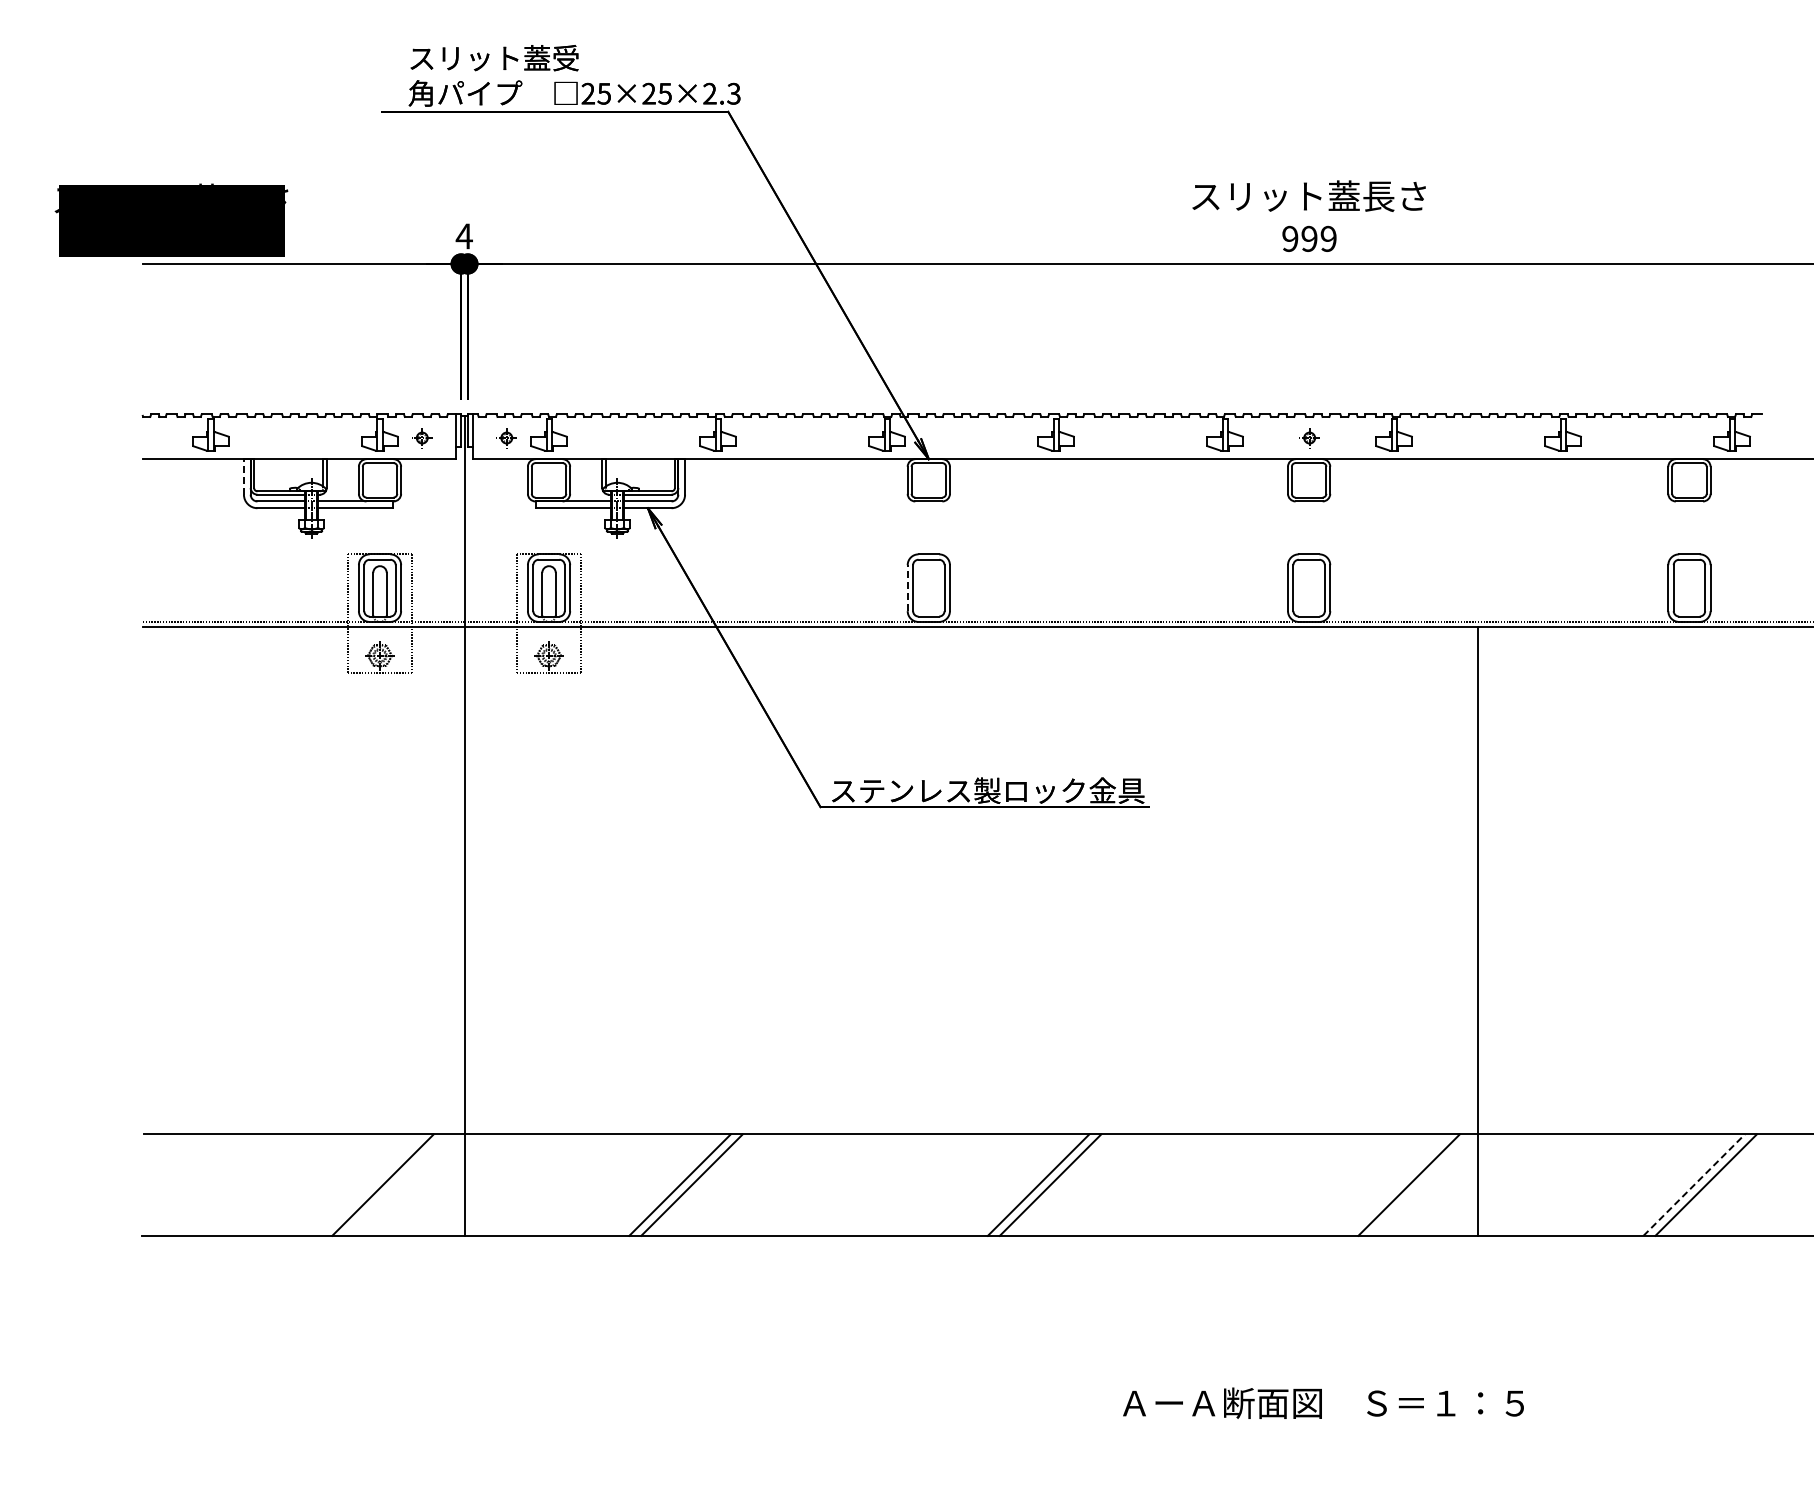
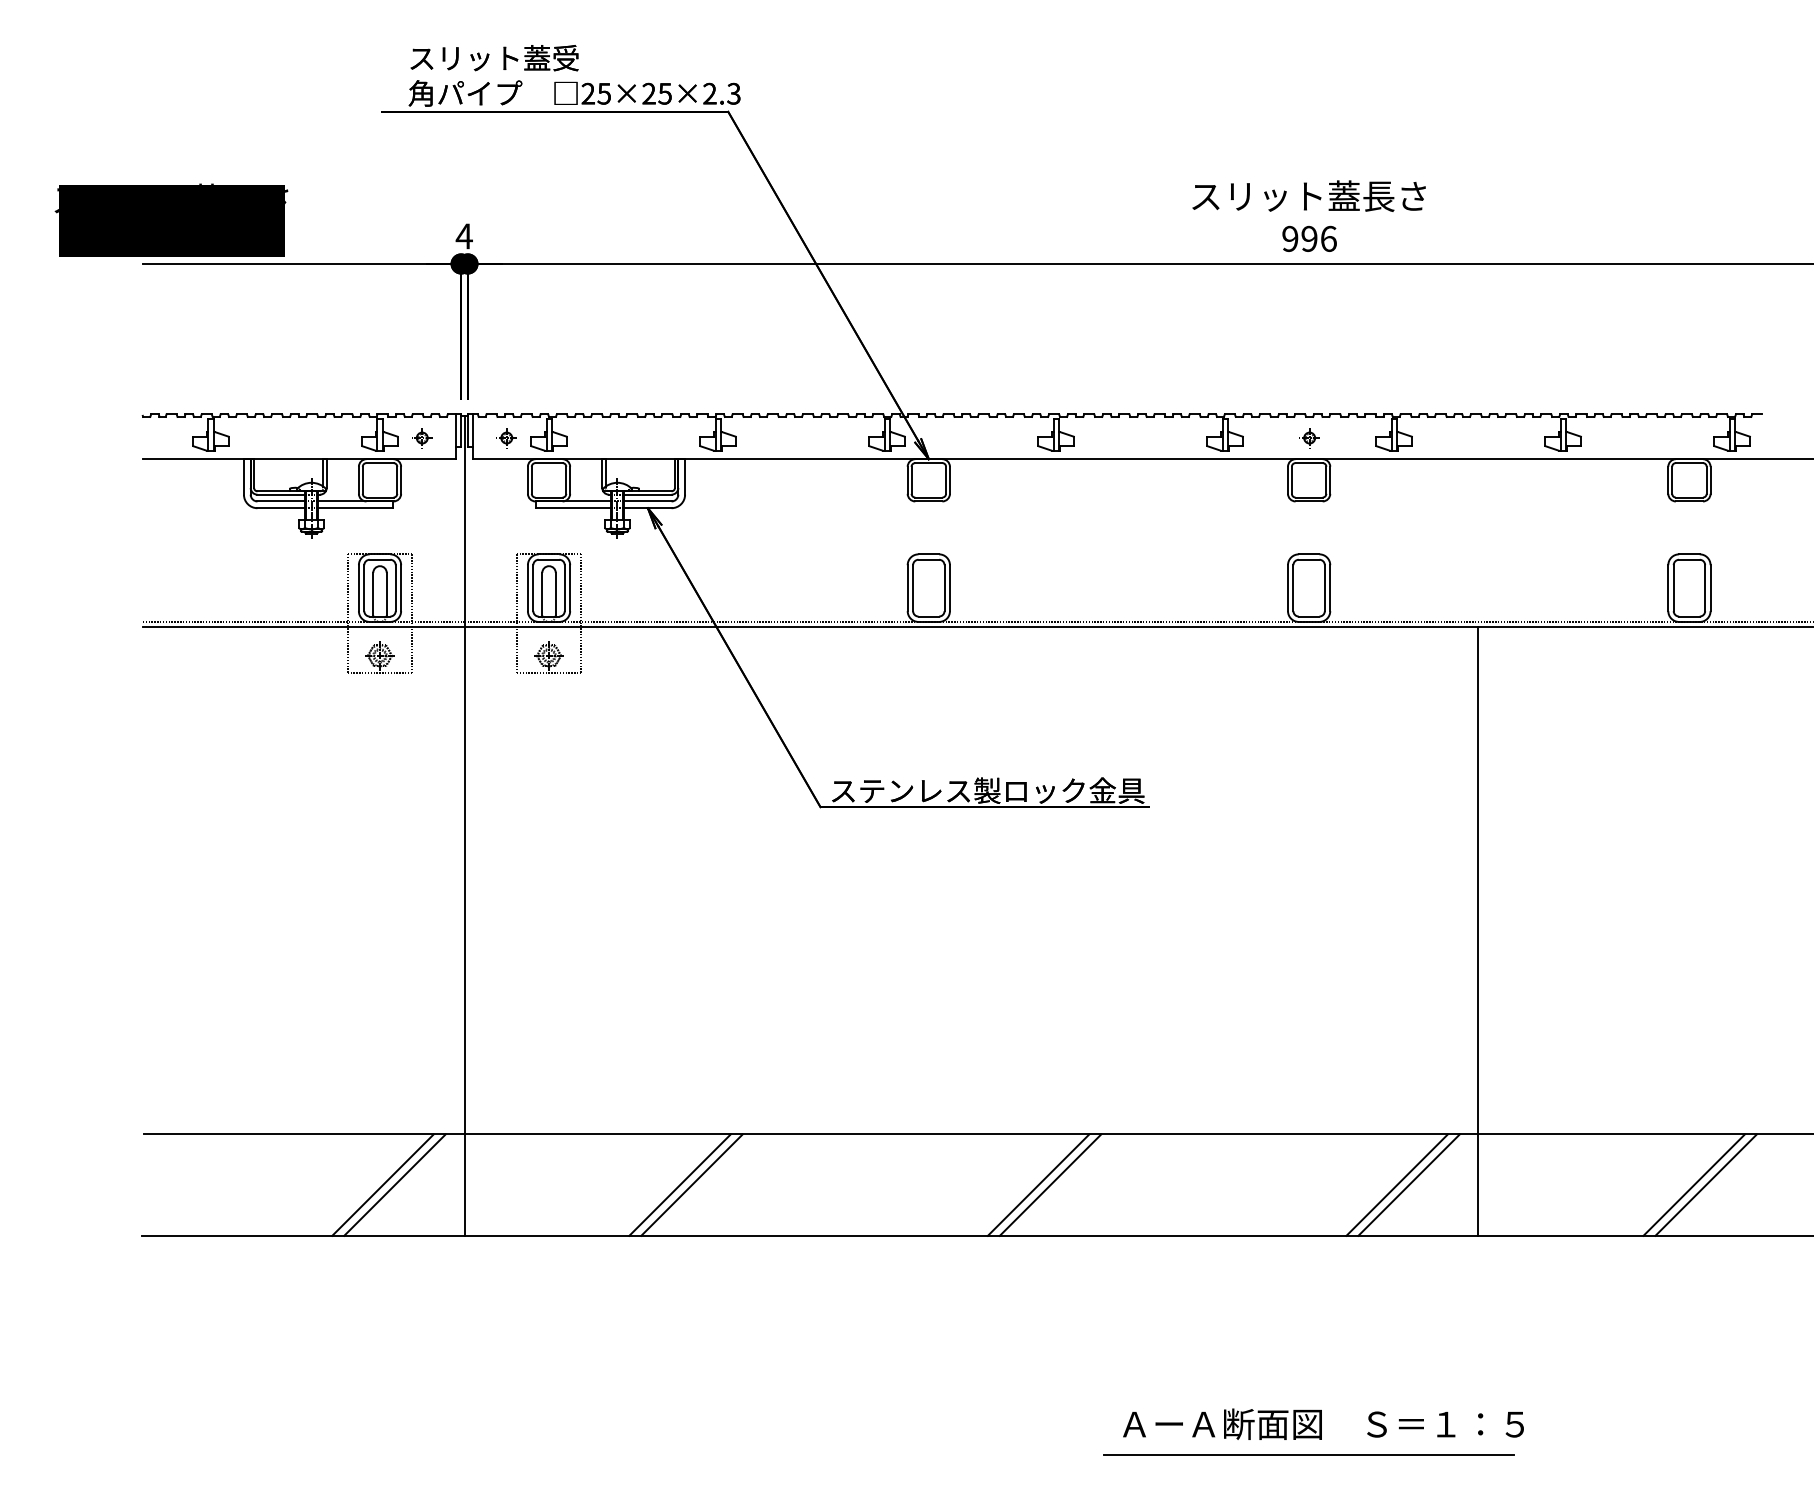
text at (1328, 238): 999 -> 996
line at (243, 476): dashed -> solid
line at (907, 588): dashed -> solid
line at (394, 1184): none -> present
line at (1396, 1184): none -> present
line at (1694, 1185): dashed -> solid
text at (1323, 1402) position: (1323, 1402) -> (1323, 1423)
line at (1308, 1454): none -> present
